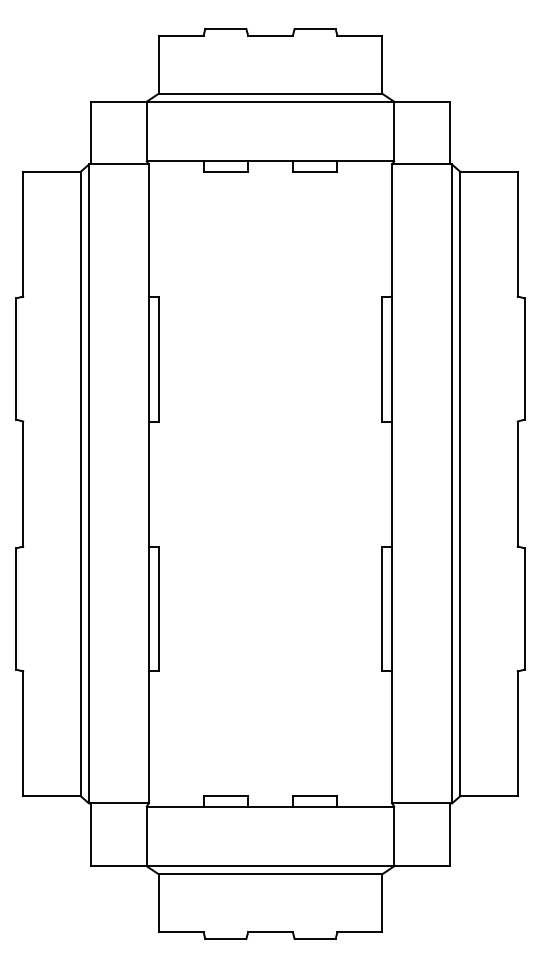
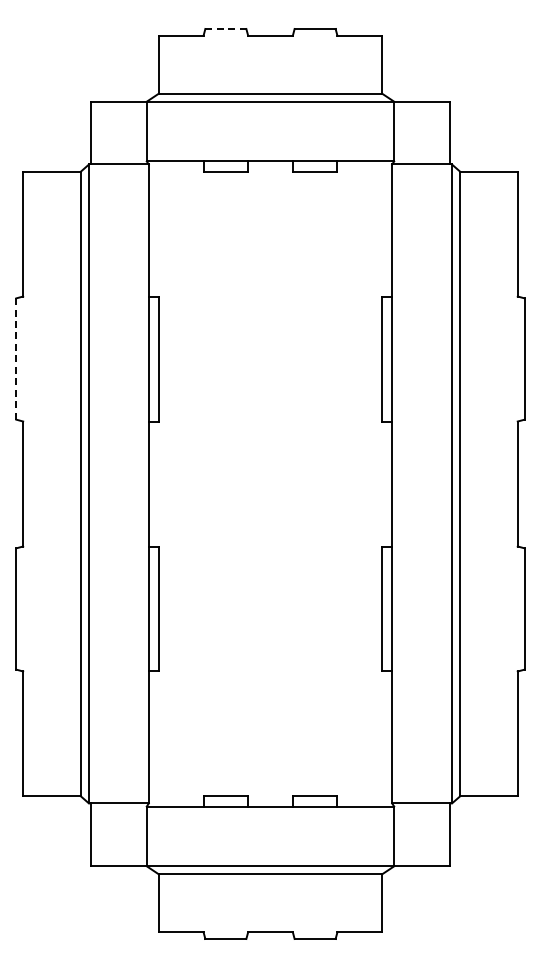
line at (225, 29): solid -> dashed
line at (16, 359): solid -> dashed
